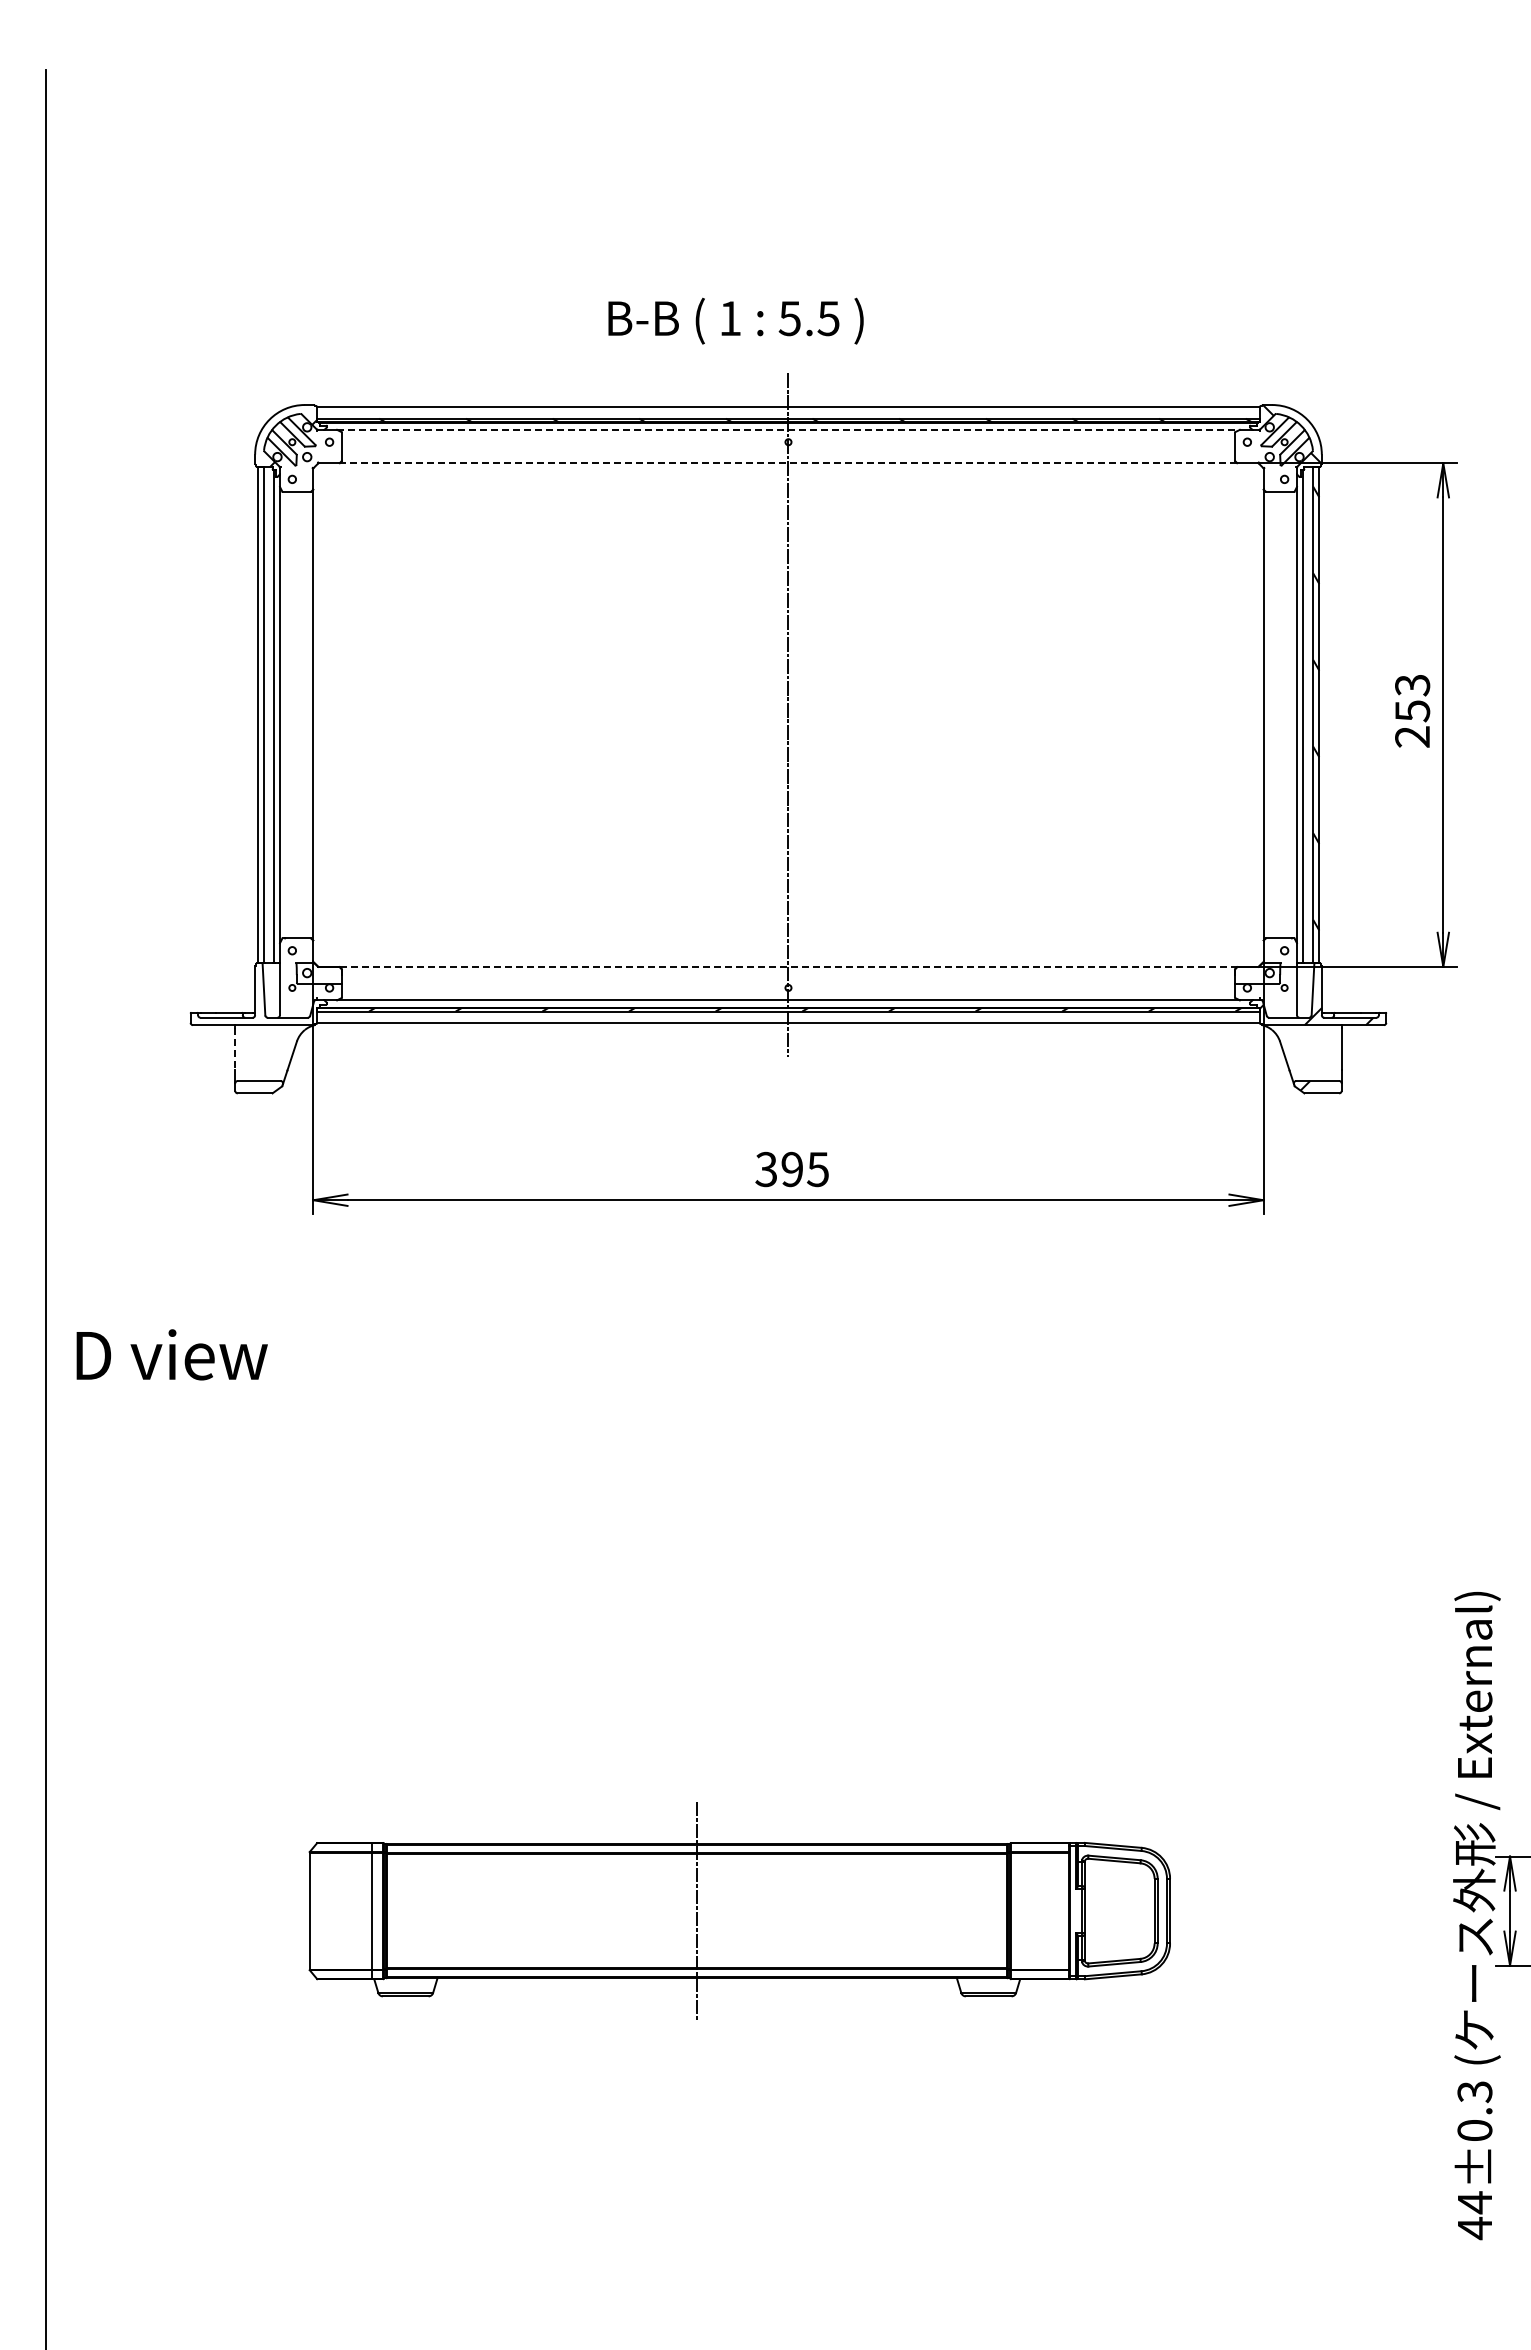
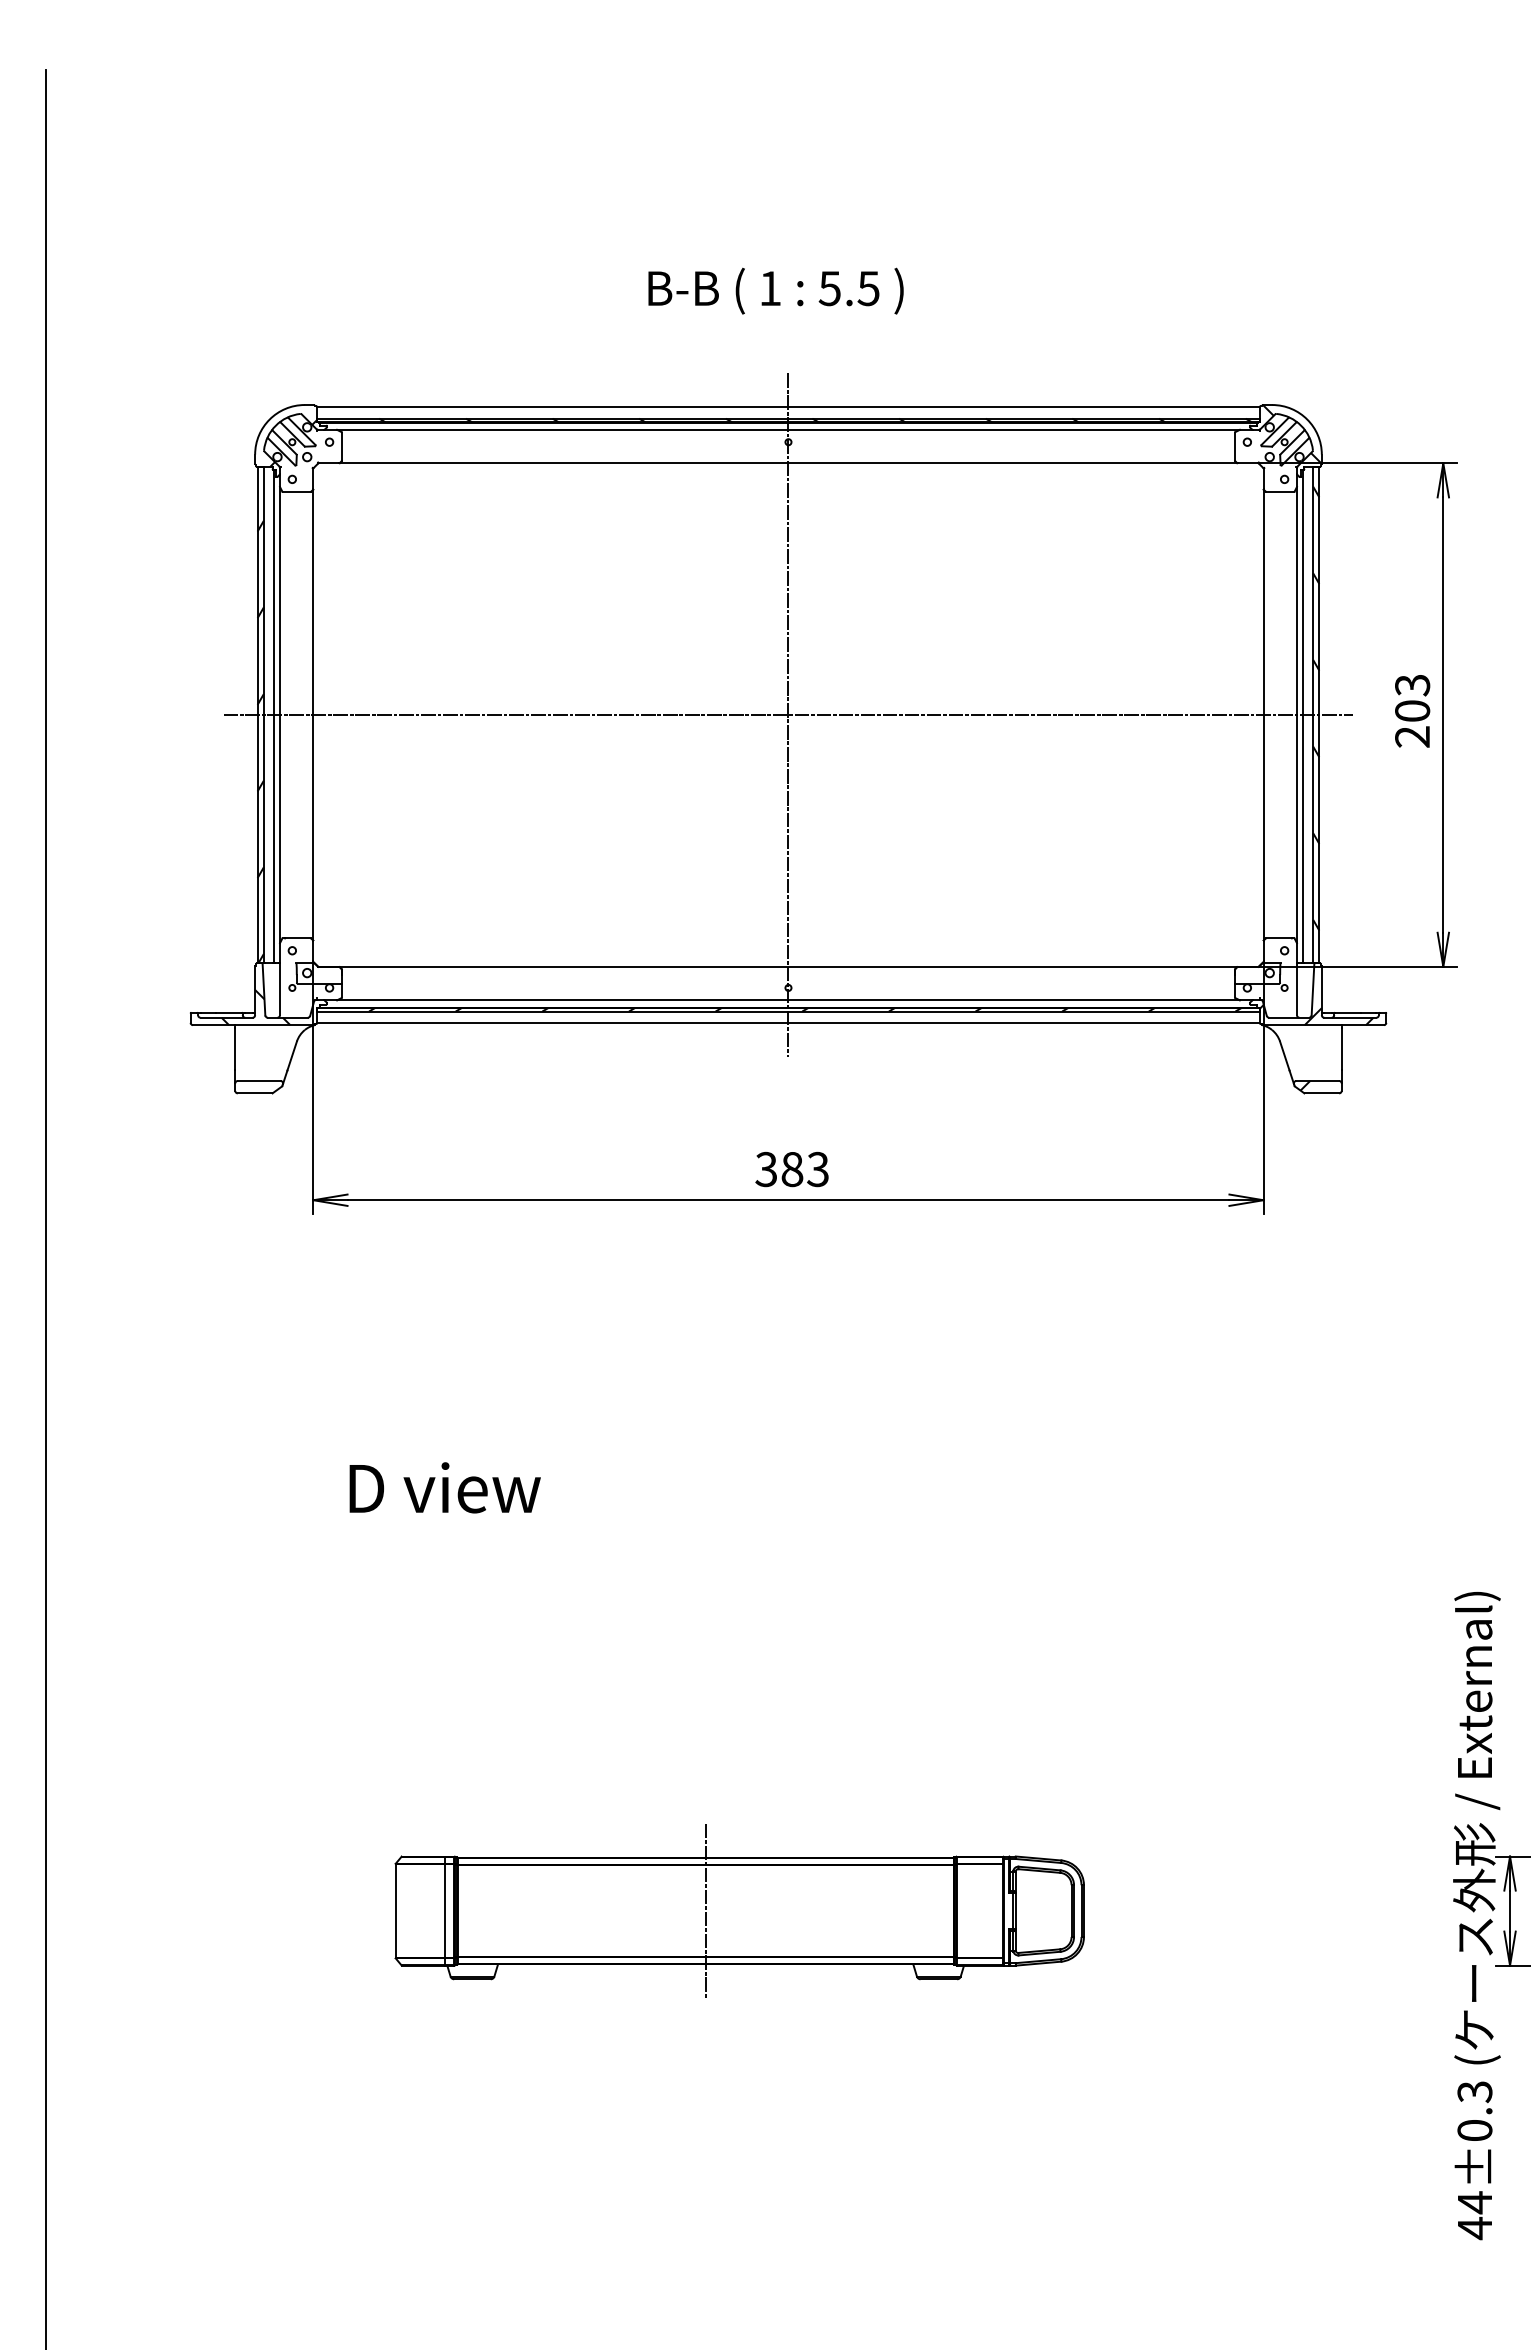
text at (735, 320) position: (735, 320) -> (775, 290)
line at (788, 429): dashed -> solid
line at (788, 463): dashed -> solid
text at (1412, 711): 253 -> 203
line at (788, 715): none -> present
hatch at (260, 741): none -> present
line at (787, 966): dashed -> solid
hatch at (255, 1007): none -> present
line at (235, 1048): dashed -> solid
text at (804, 1169): 395 -> 383
text at (171, 1354) position: (171, 1354) -> (444, 1487)
part at (739, 1910) size: 863x218 px -> 691x174 px
